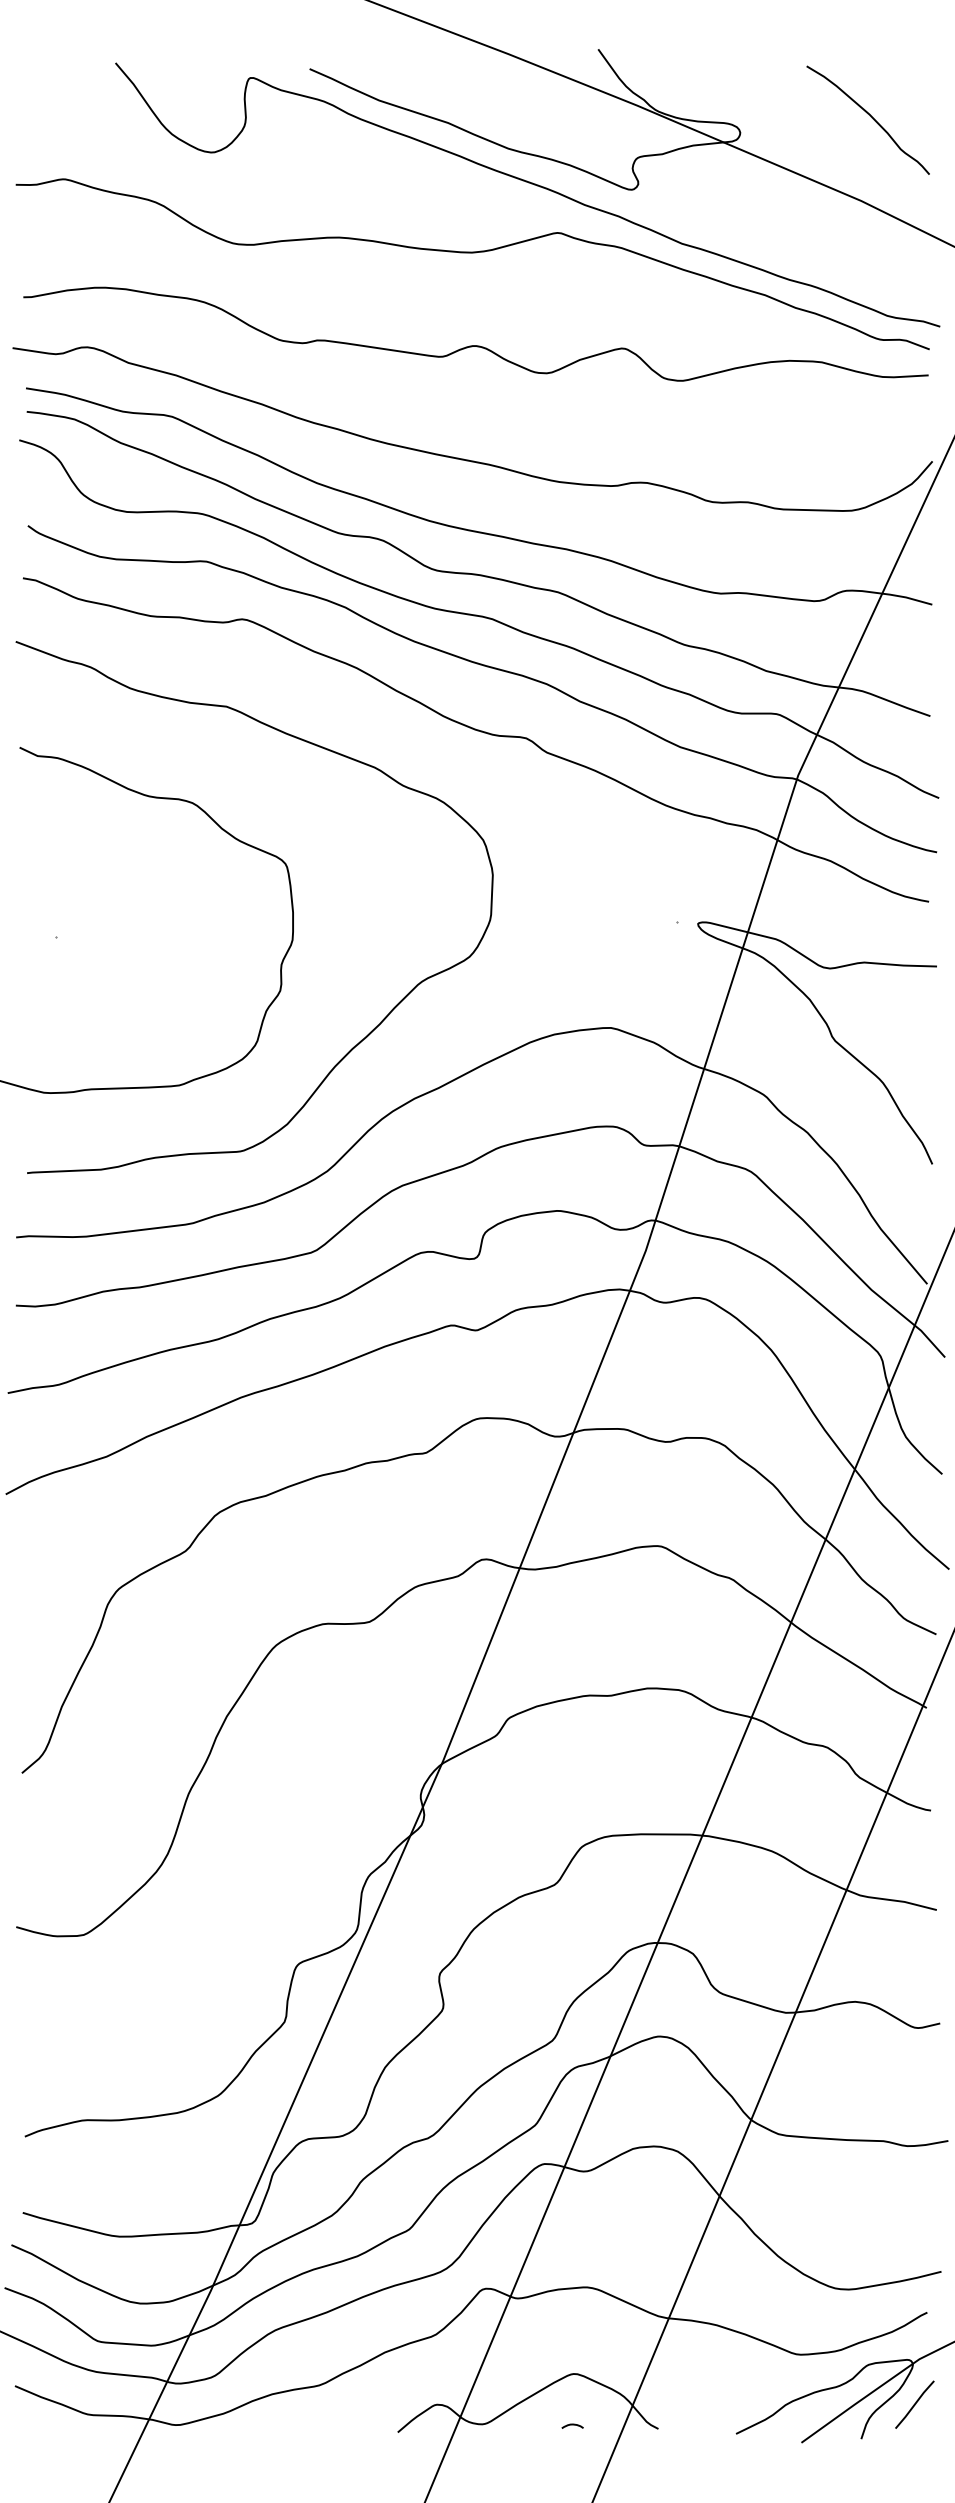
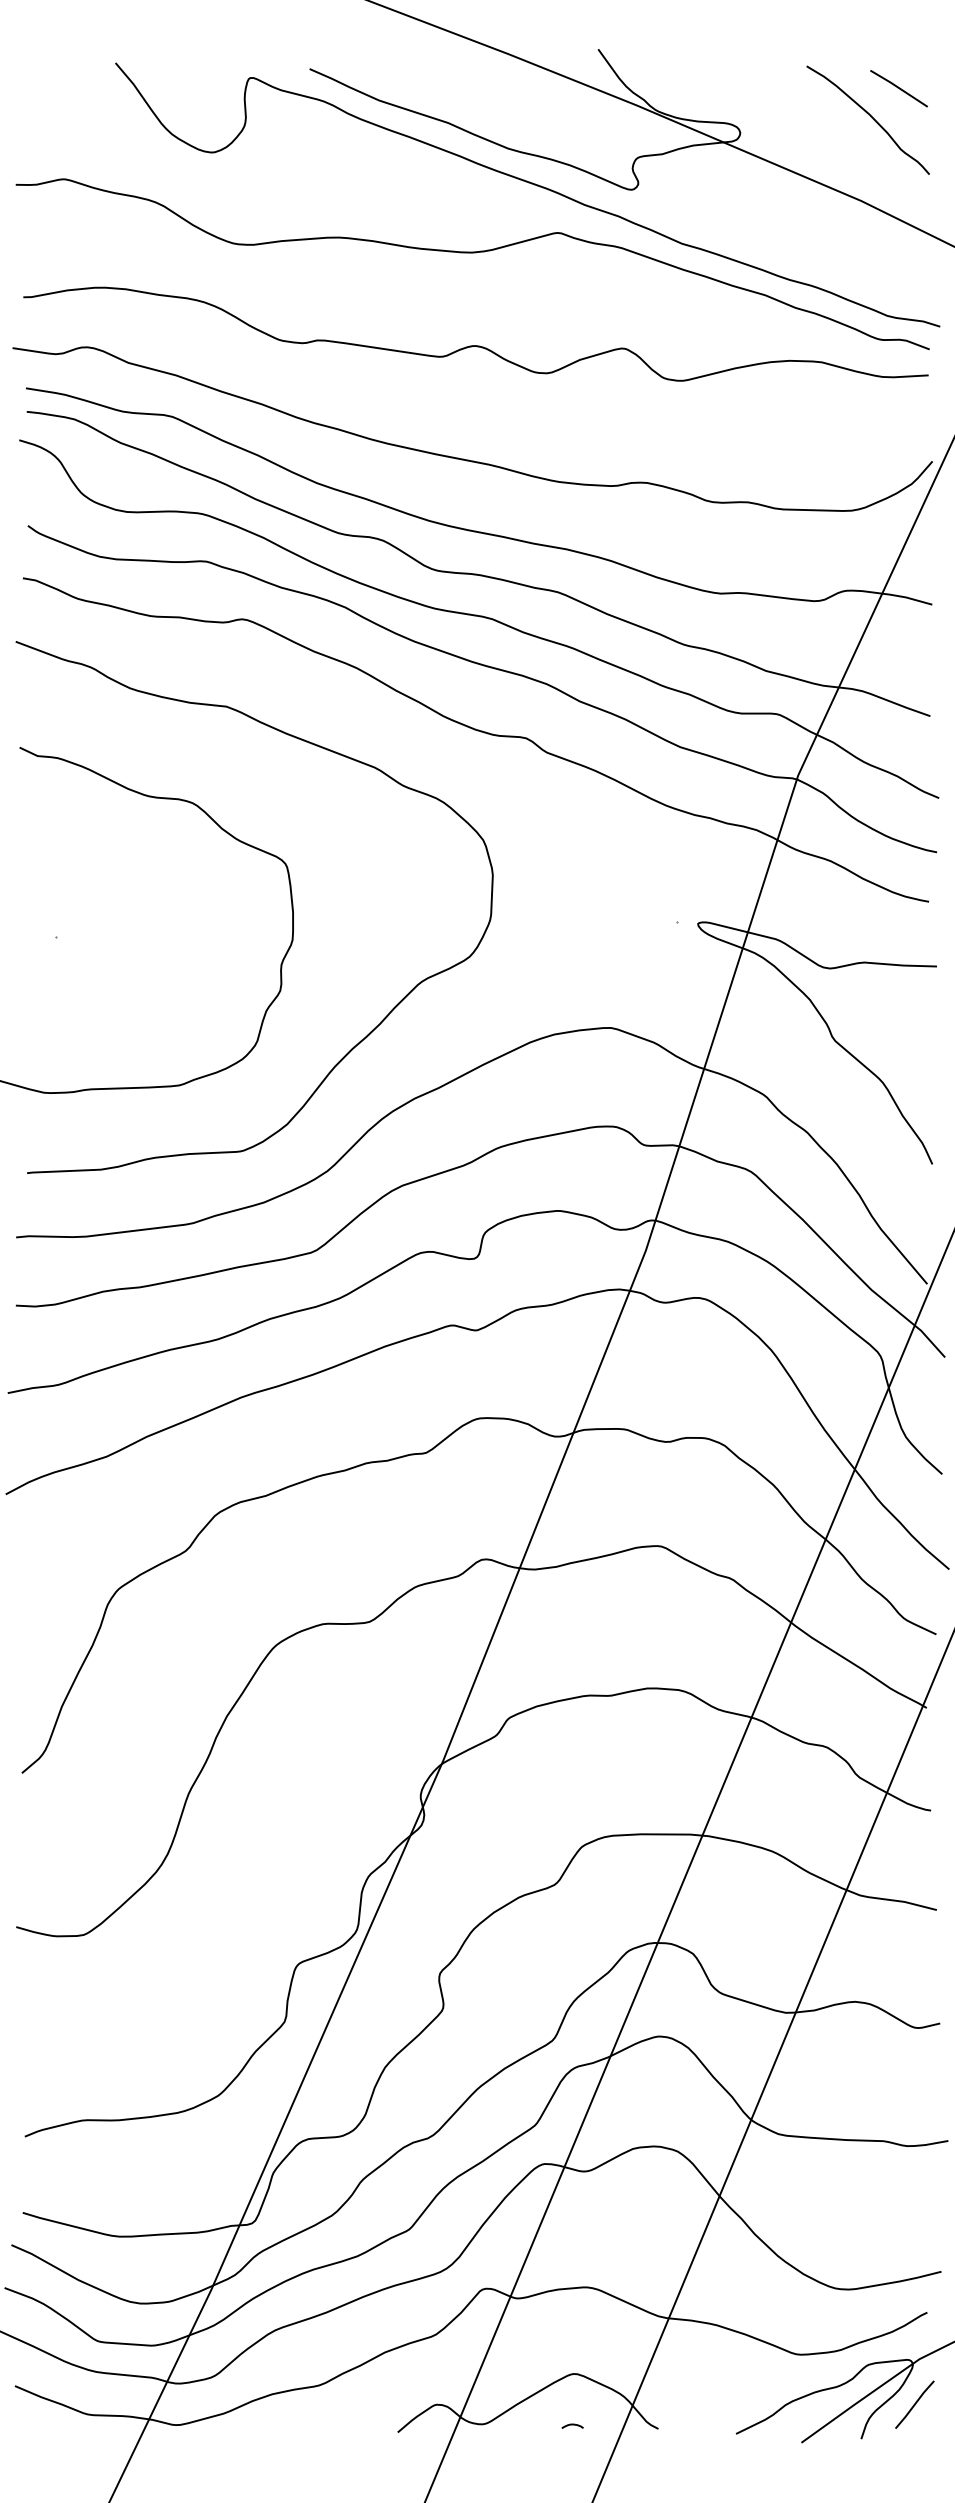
line at (898, 88): none -> present
